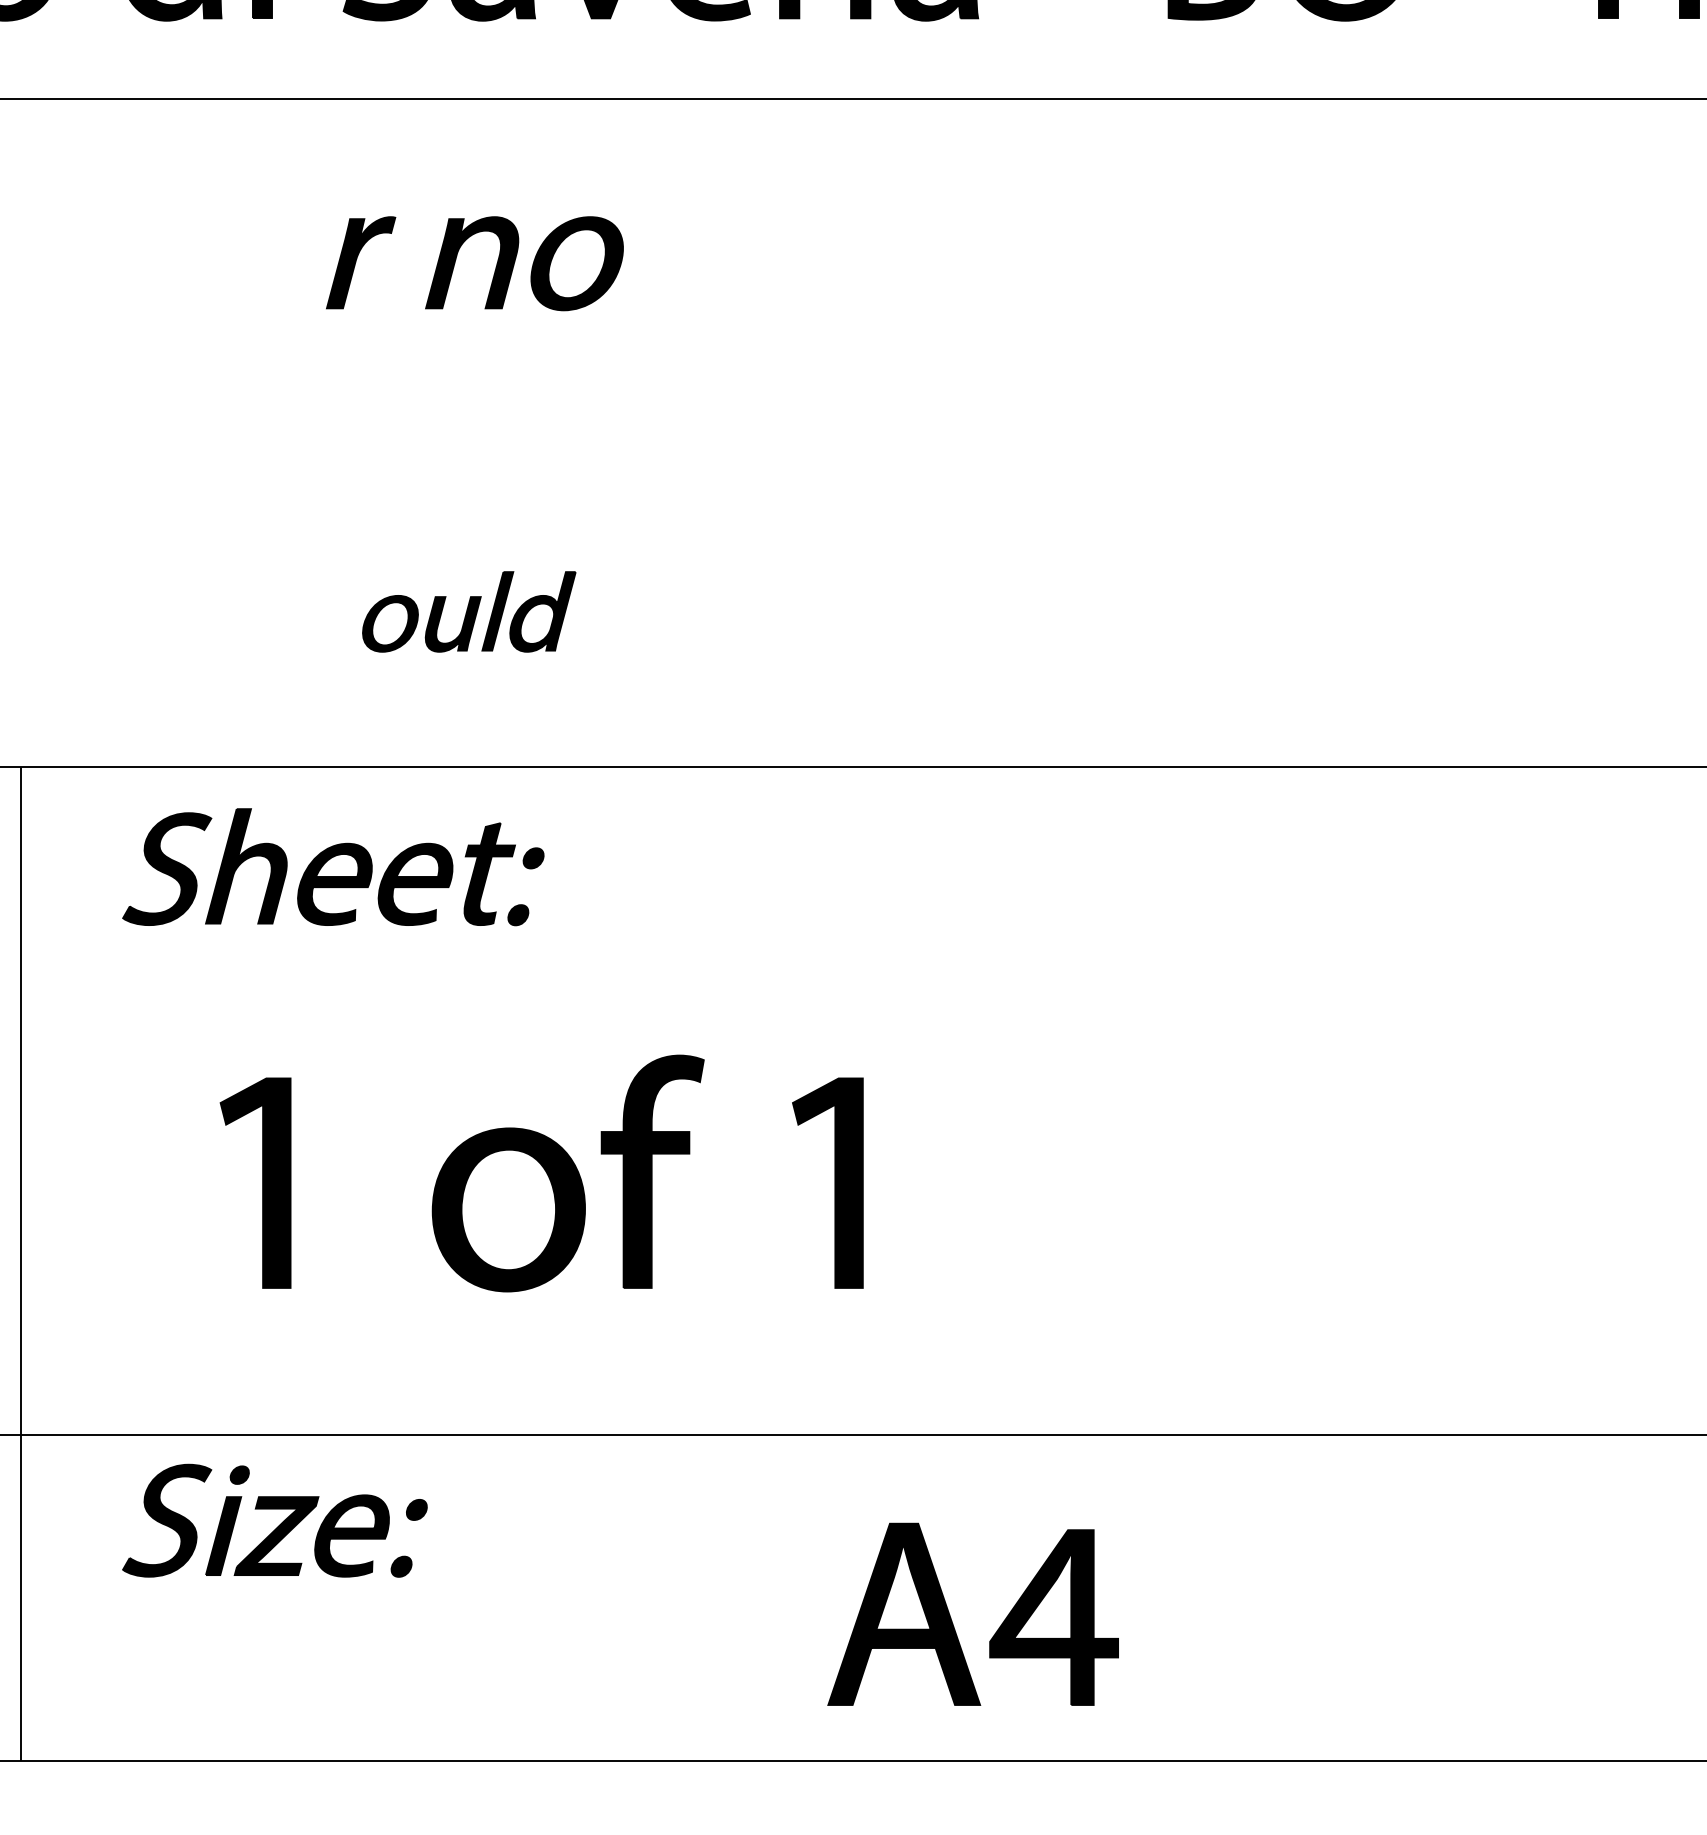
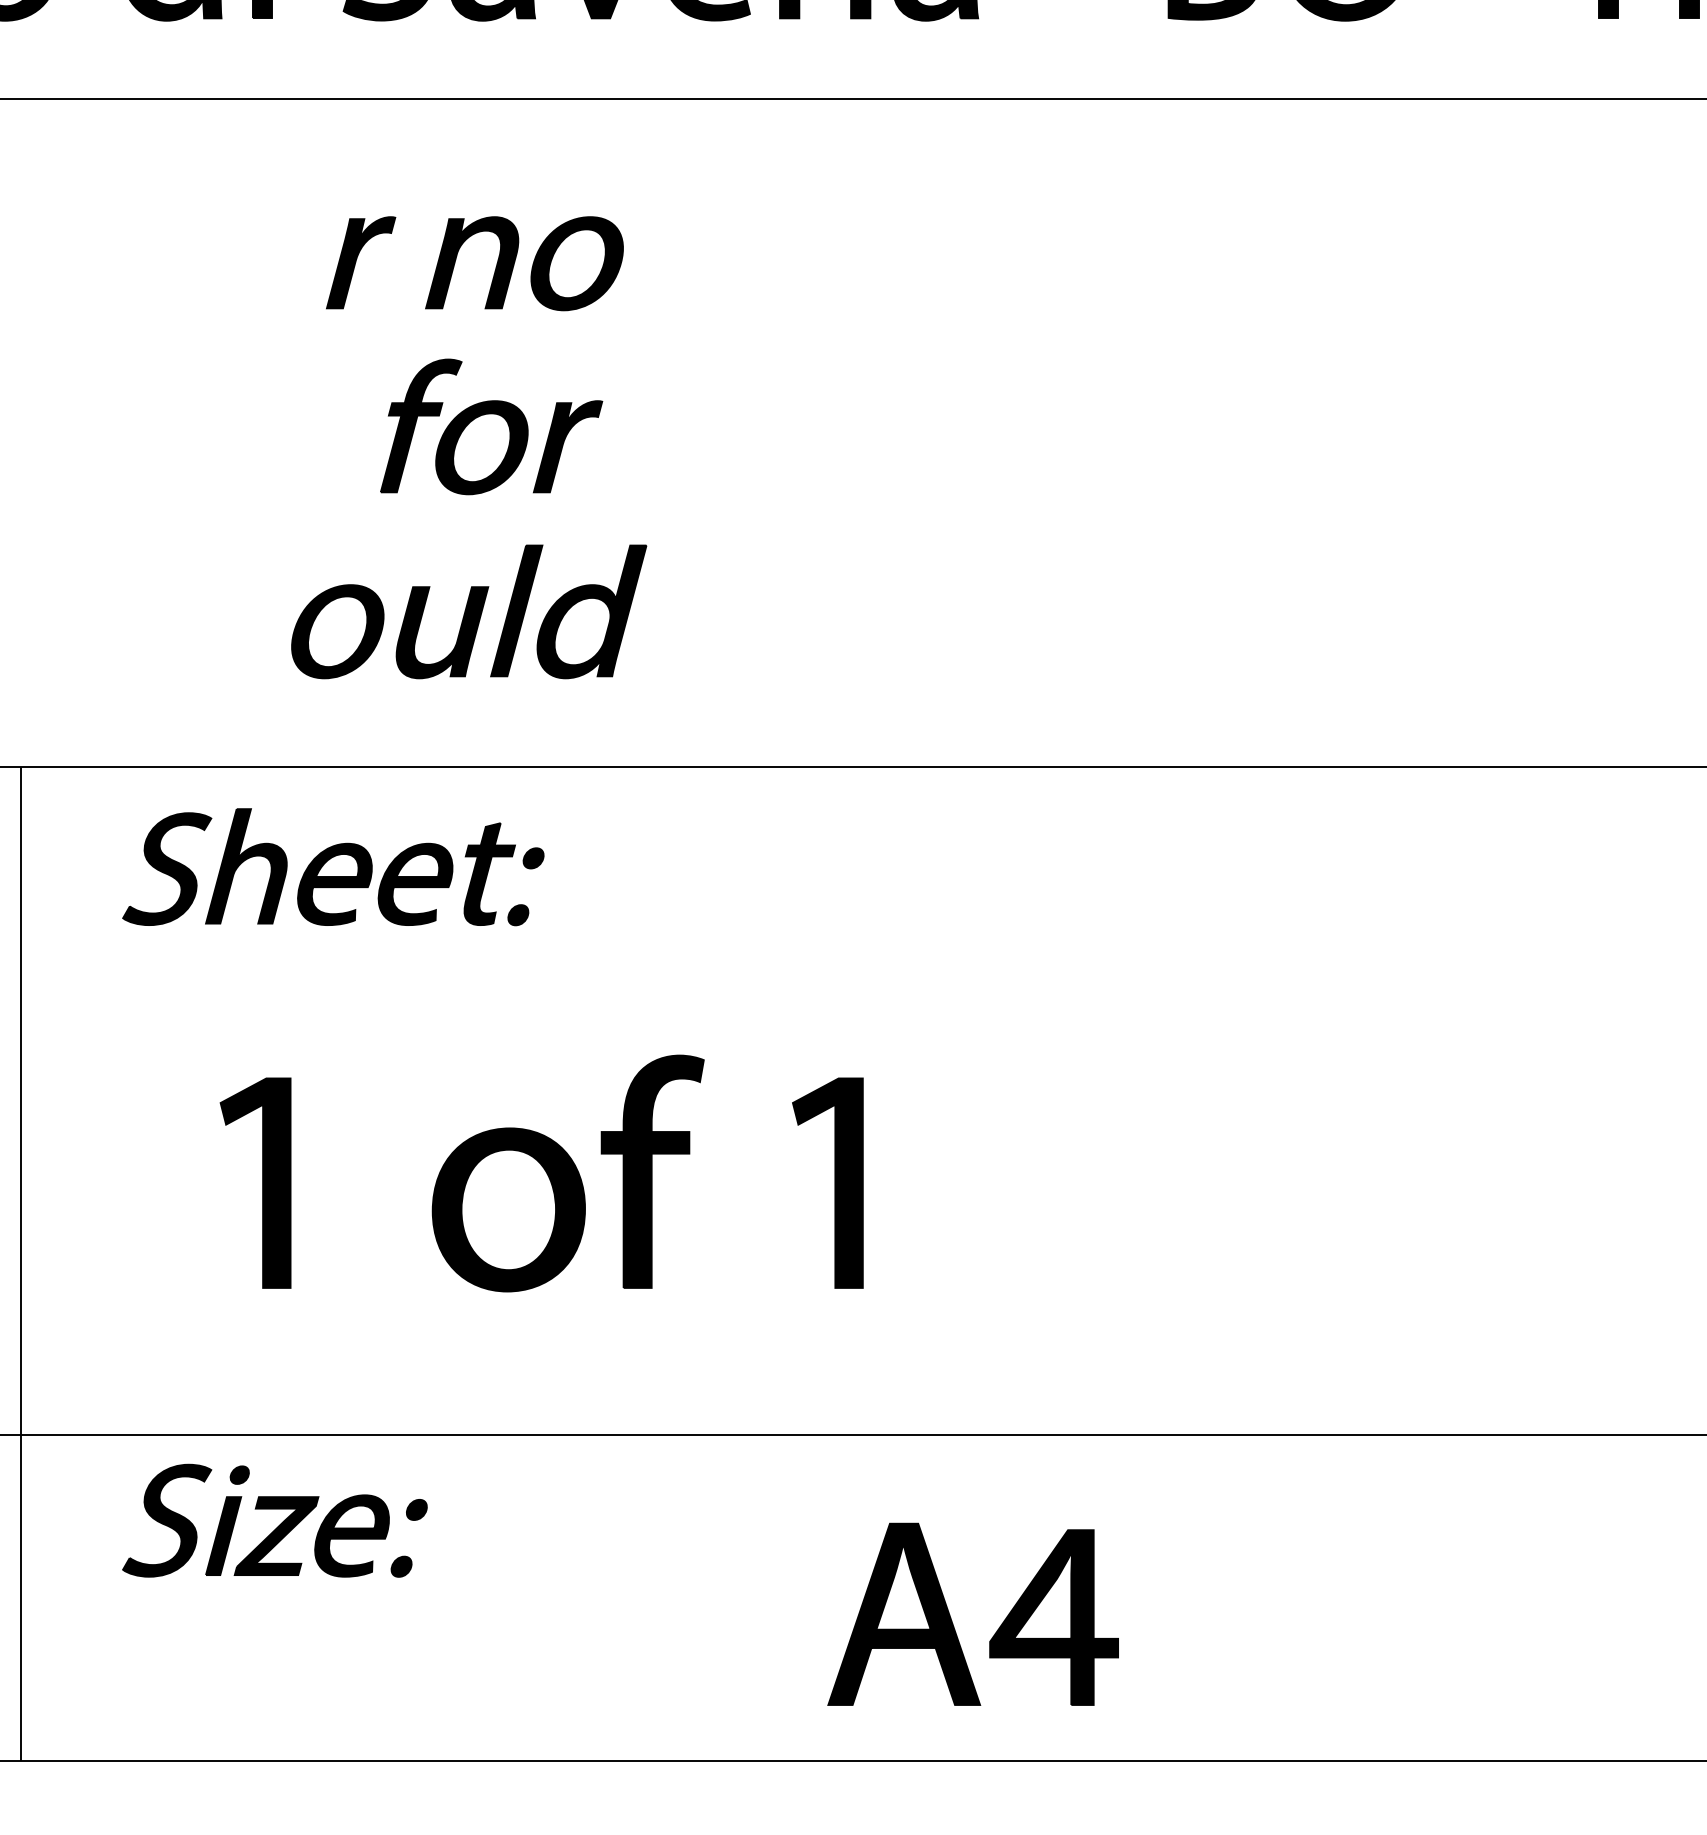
part at (491, 426): none -> present
part at (469, 611) size: 215x82 px -> 357x136 px
